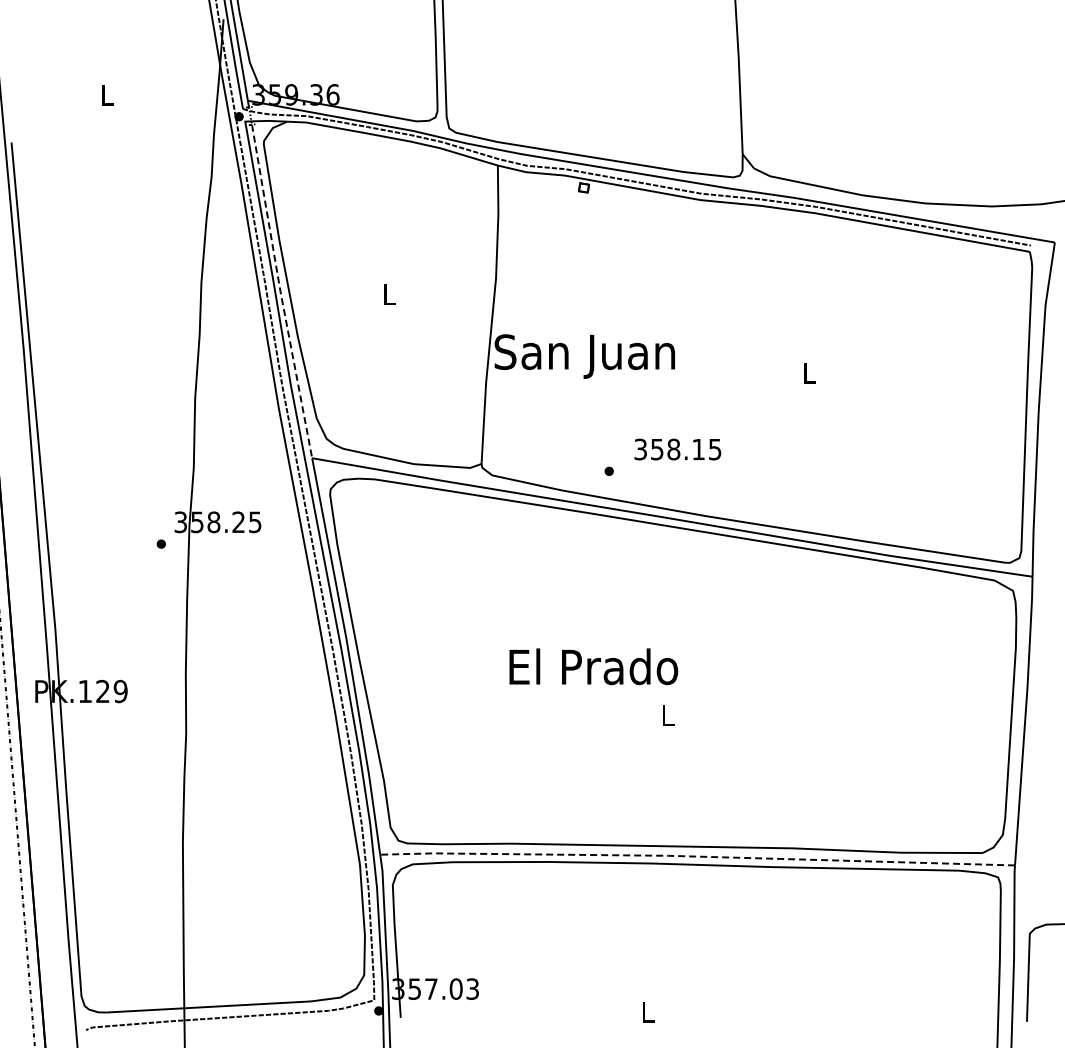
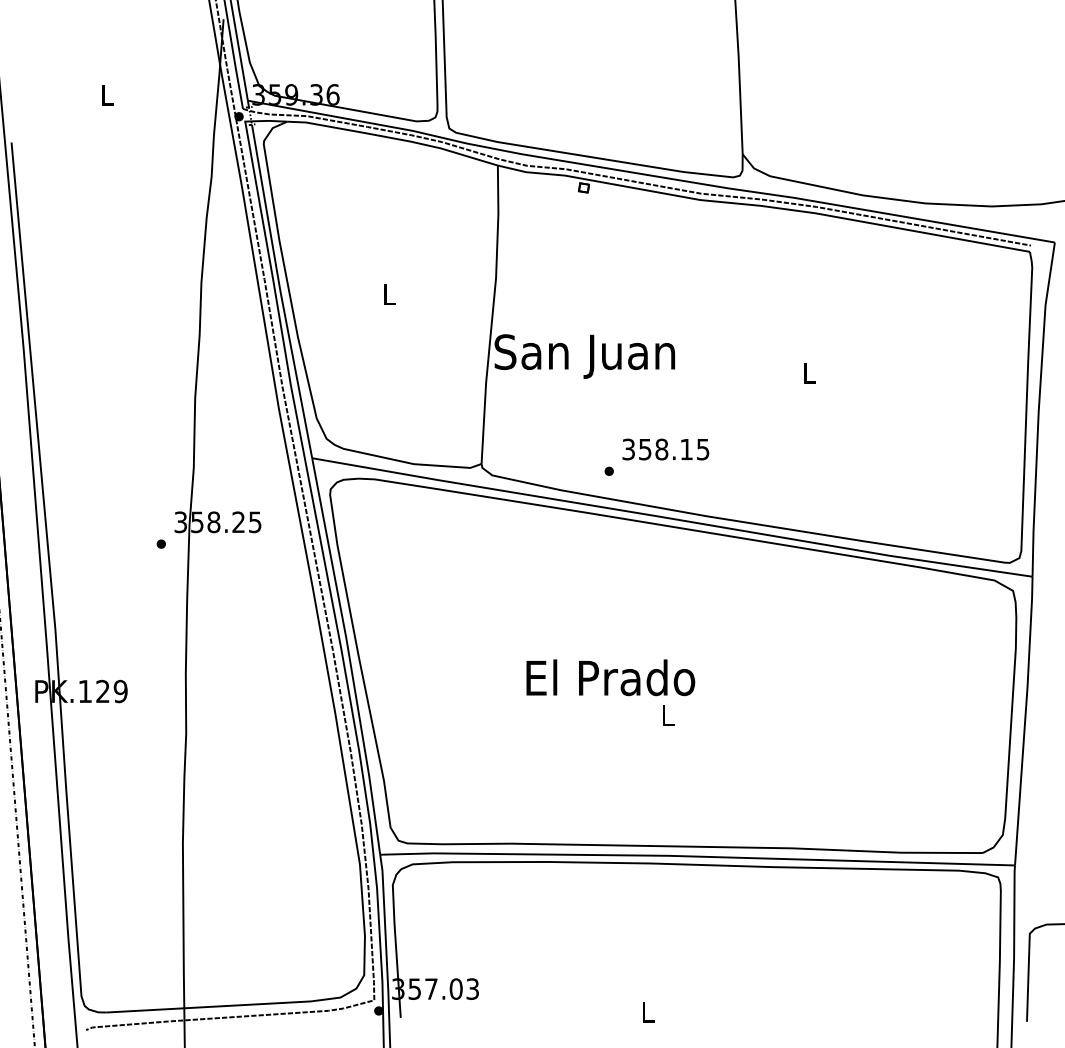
line at (280, 291): dashed -> solid
text at (677, 449) position: (677, 449) -> (665, 449)
text at (593, 666) position: (593, 666) -> (610, 677)
line at (696, 856): dashed -> solid
